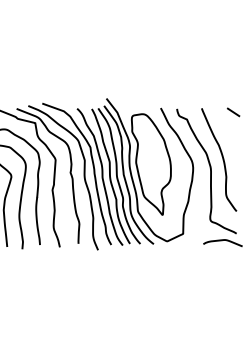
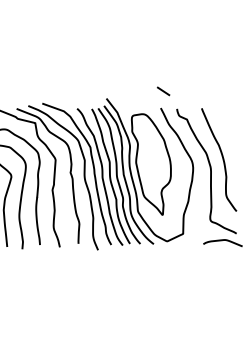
line at (233, 112) position: (233, 112) -> (163, 91)
